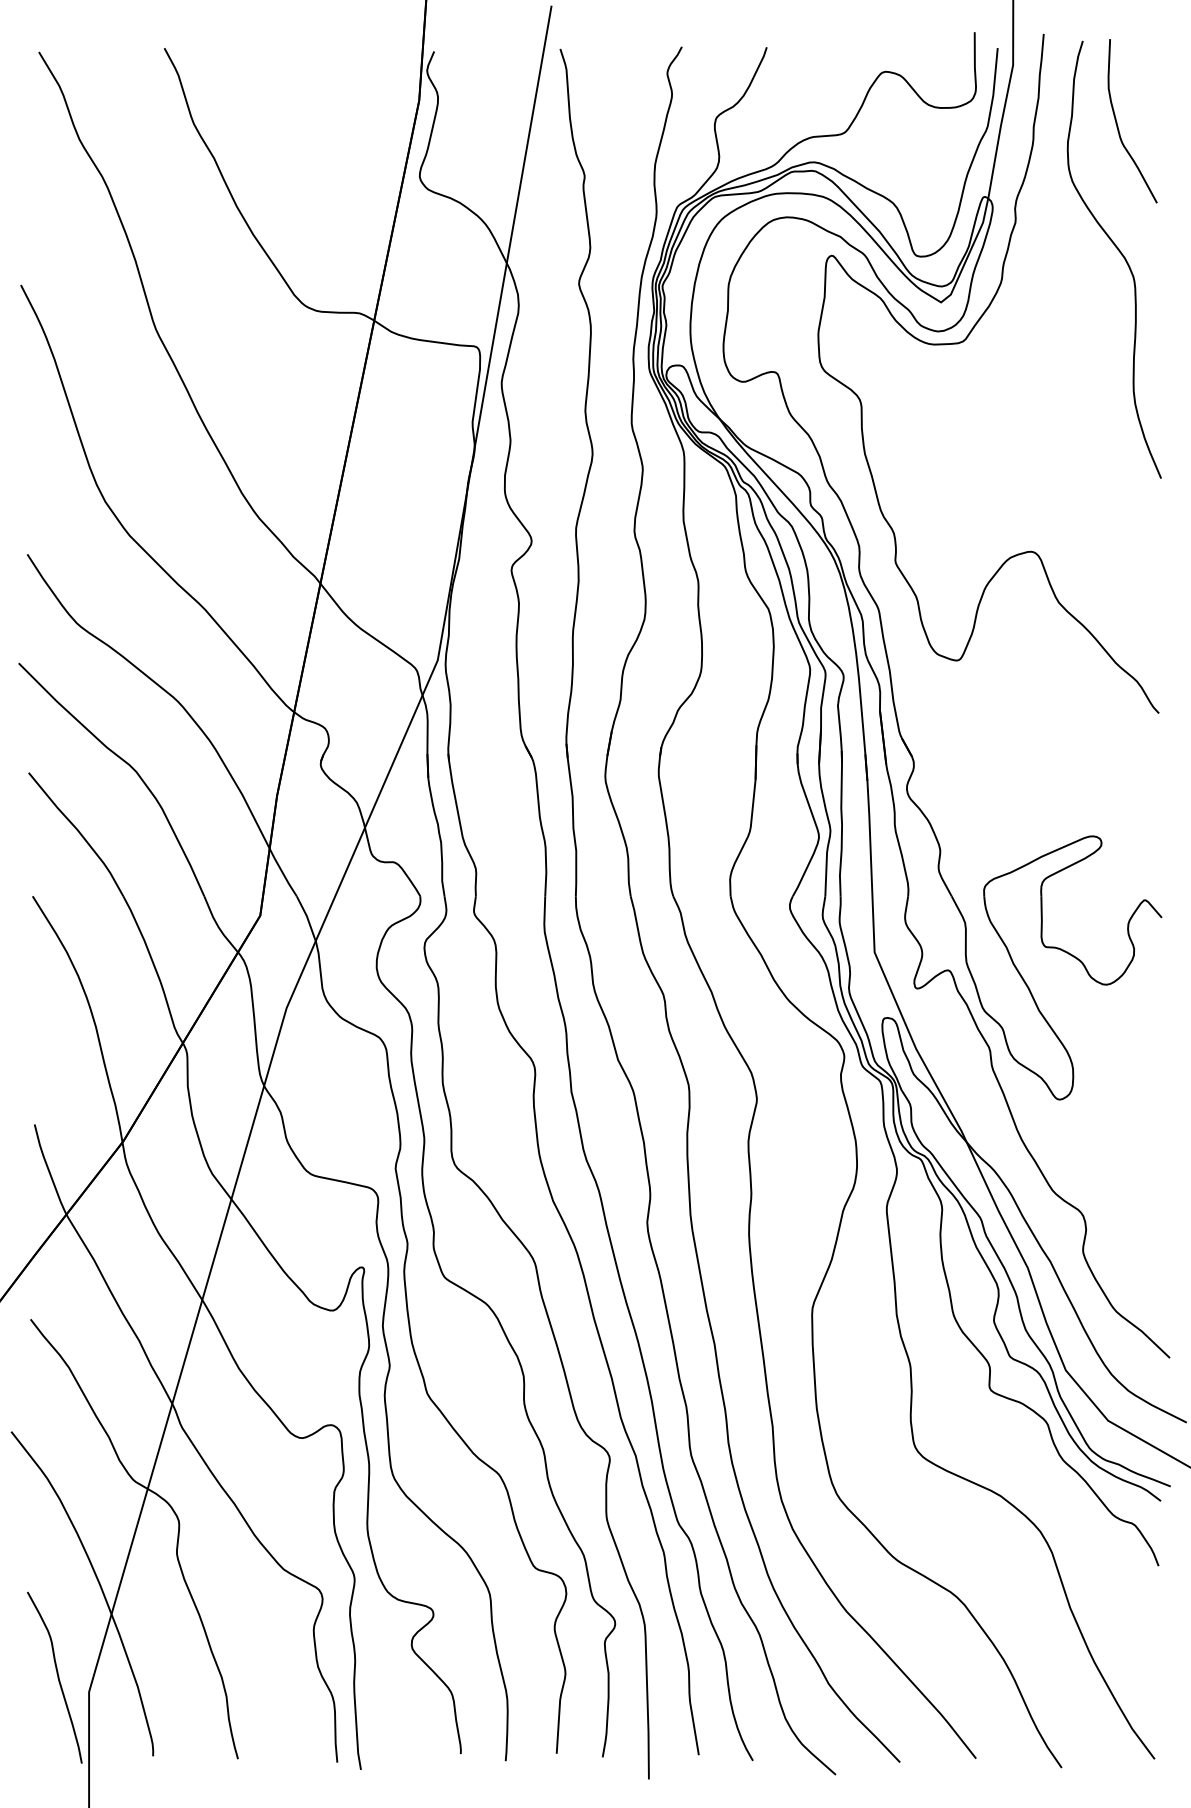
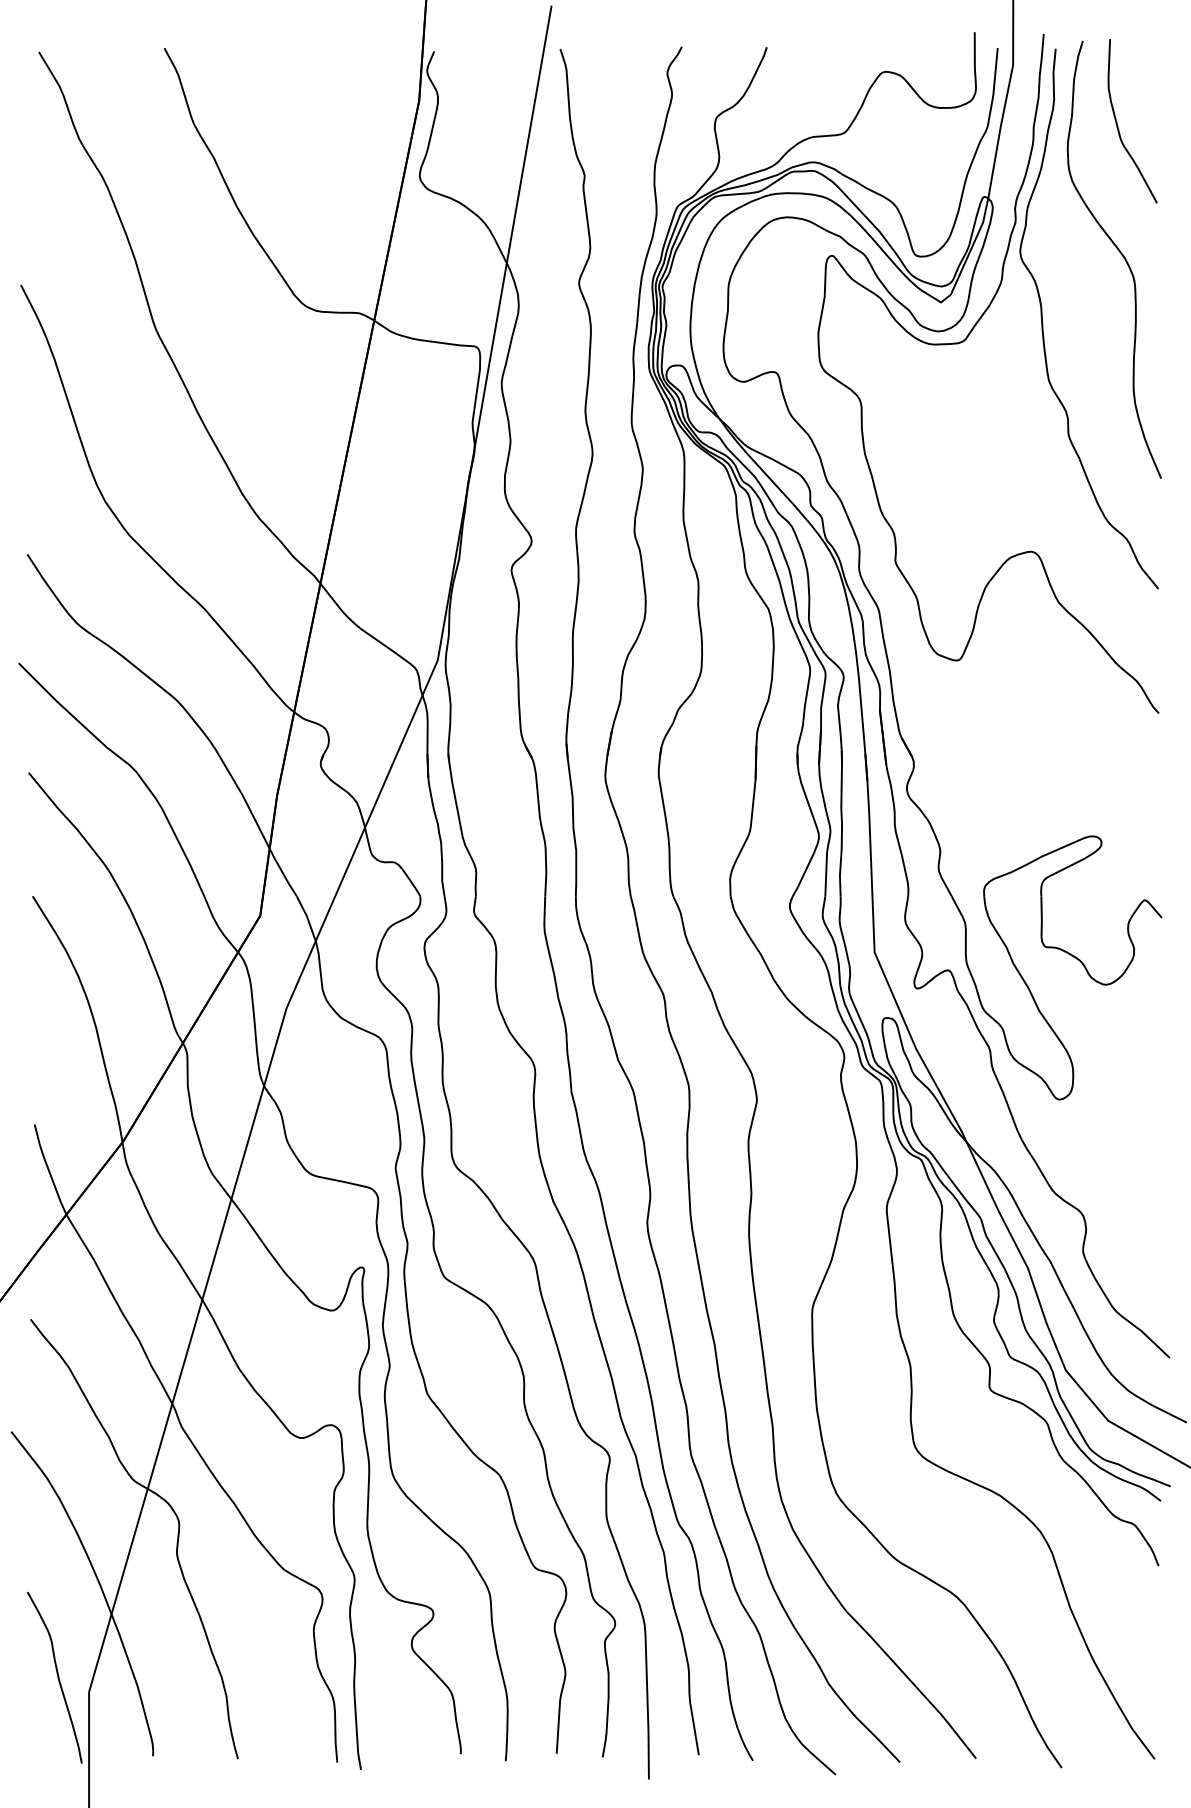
curve at (1043, 323): none -> present
